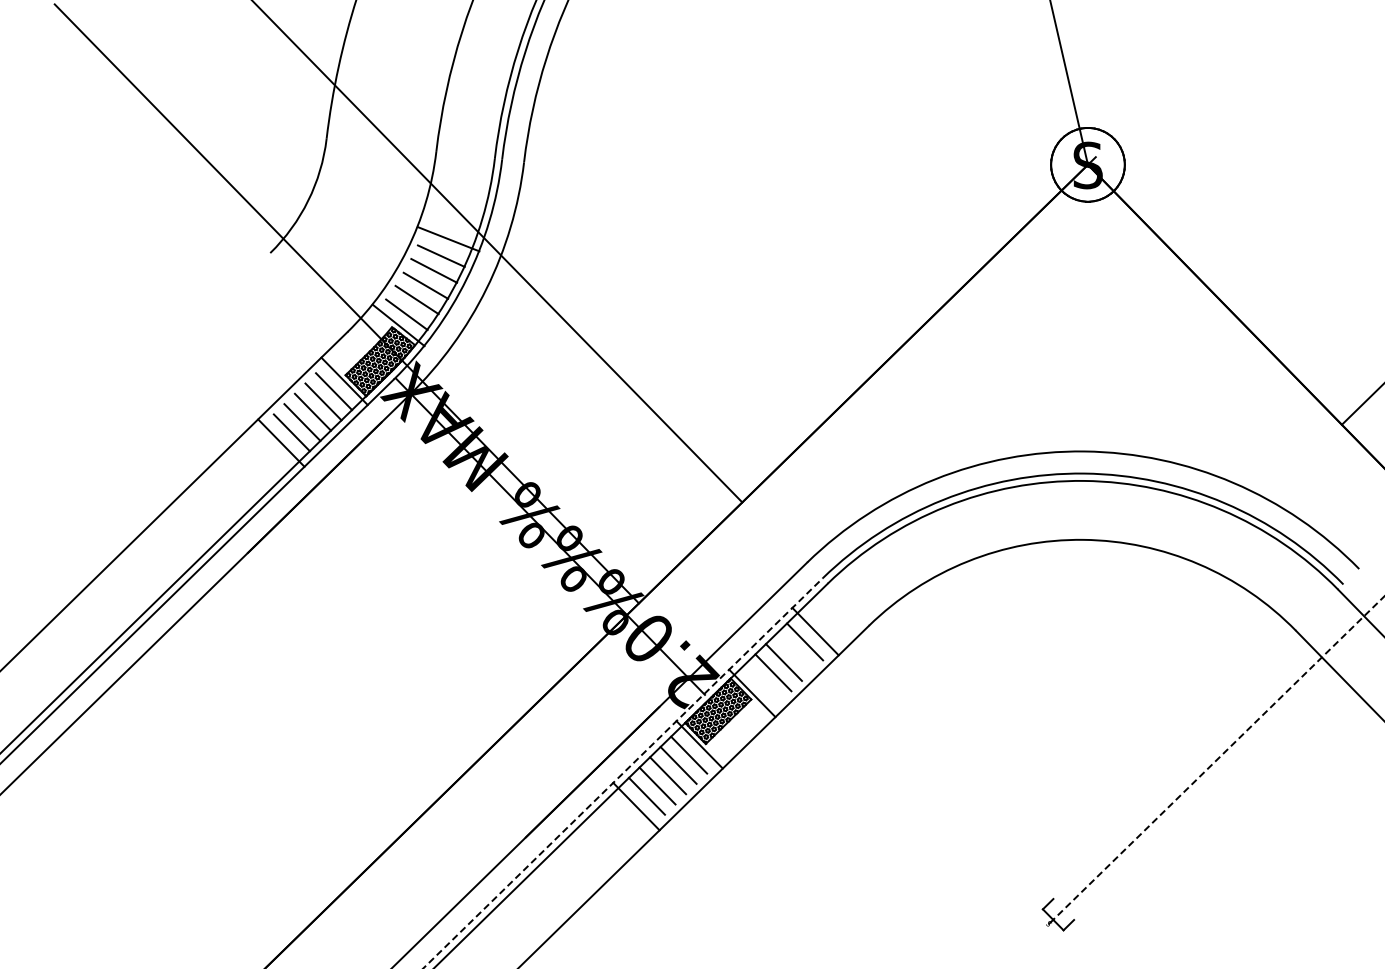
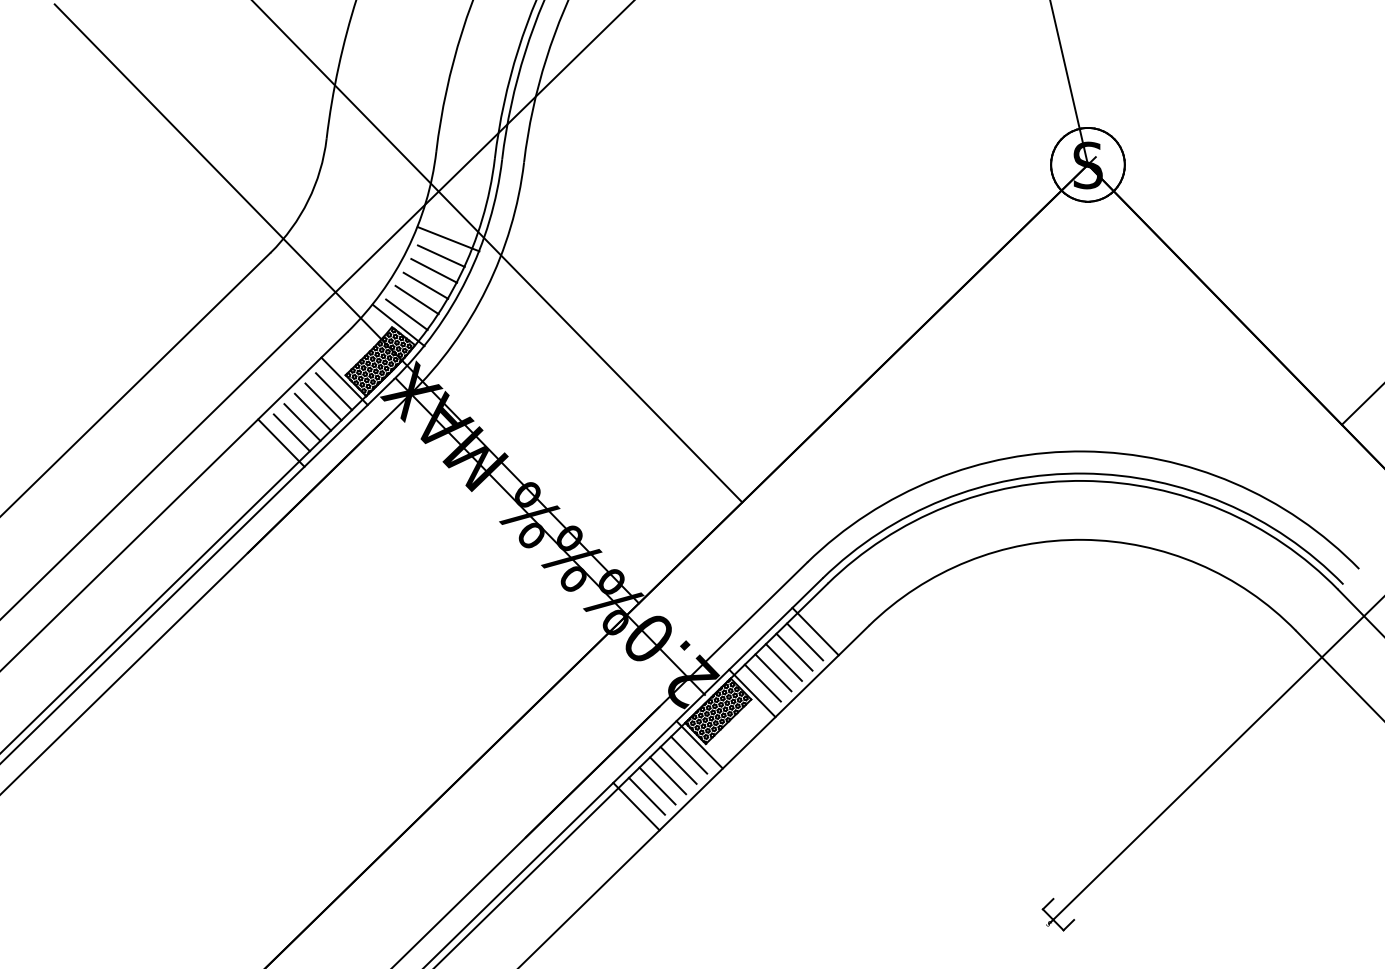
line at (317, 309): none -> present
line at (136, 383): none -> present
line at (794, 651): none -> present
line at (762, 682): none -> present
line at (1219, 757): dashed -> solid
line at (623, 773): dashed -> solid
